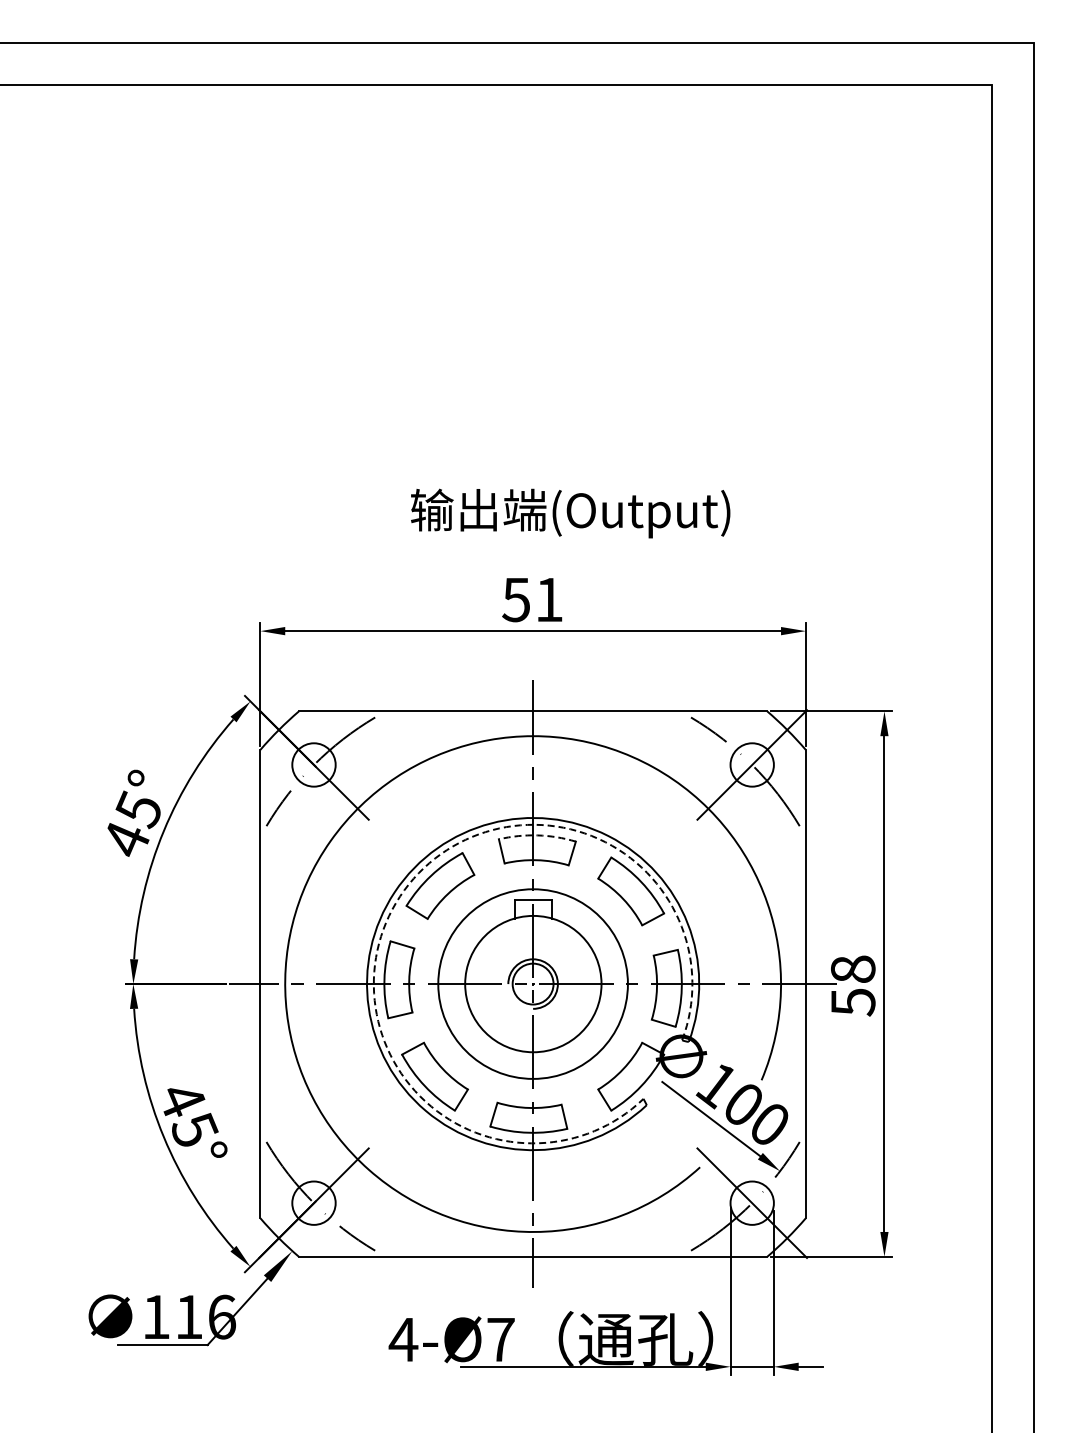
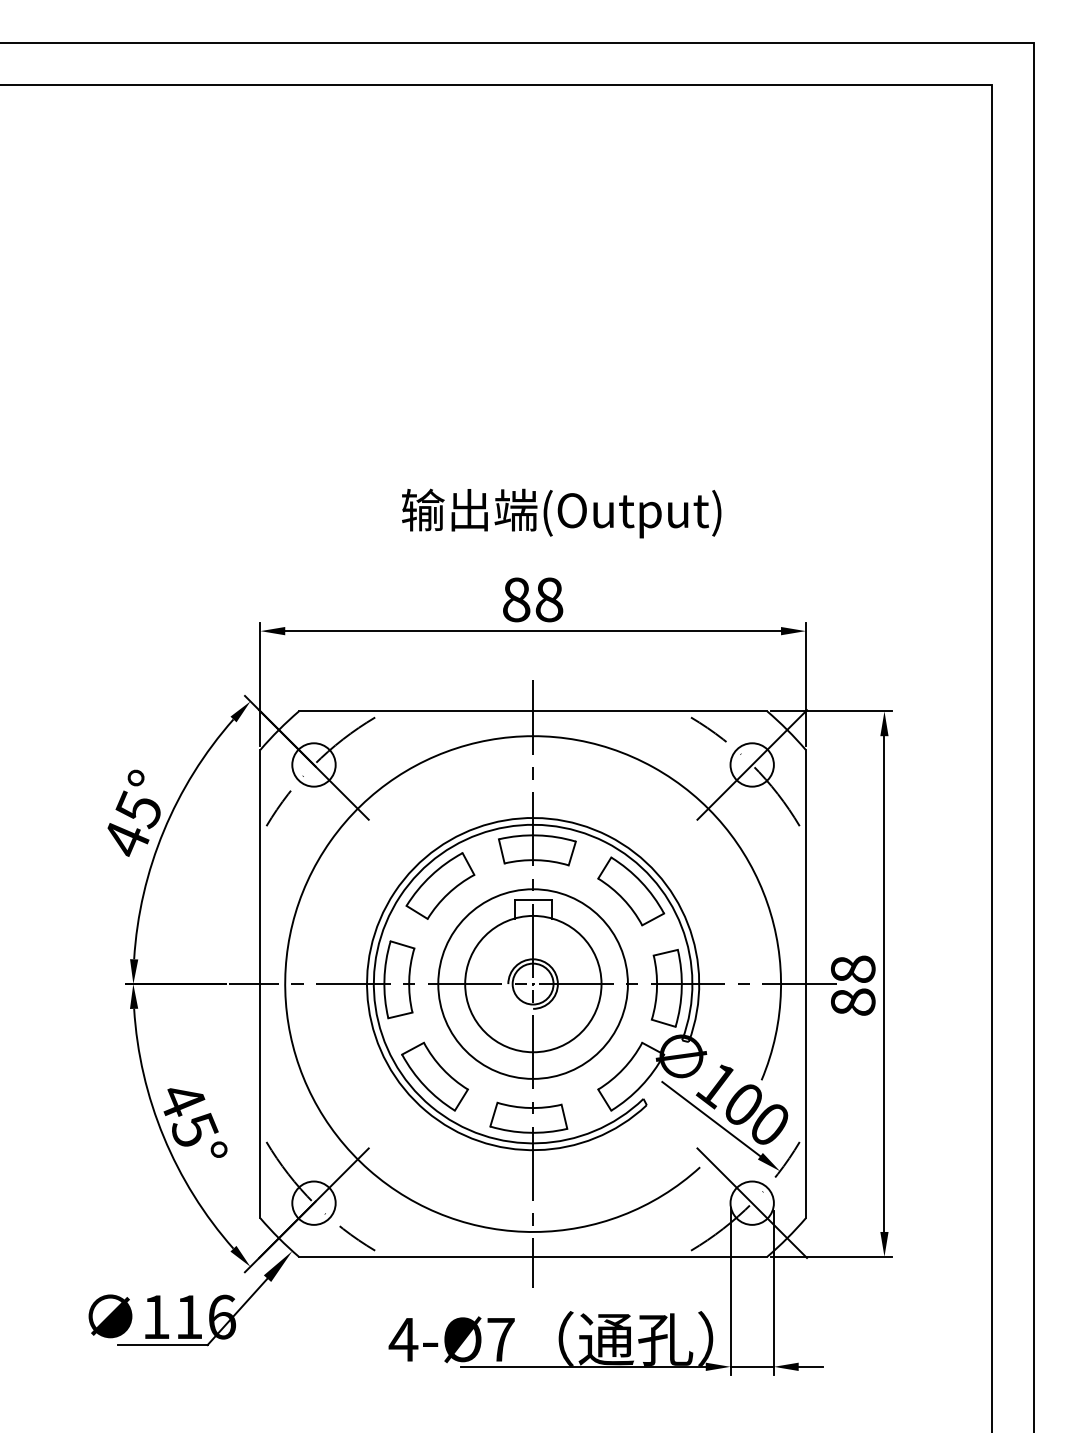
text at (570, 513) position: (570, 513) -> (561, 513)
text at (532, 599): 51 -> 88
arc at (537, 835): dashed -> solid
arc at (400, 896): dashed -> solid
text at (853, 1002): 58 -> 88
